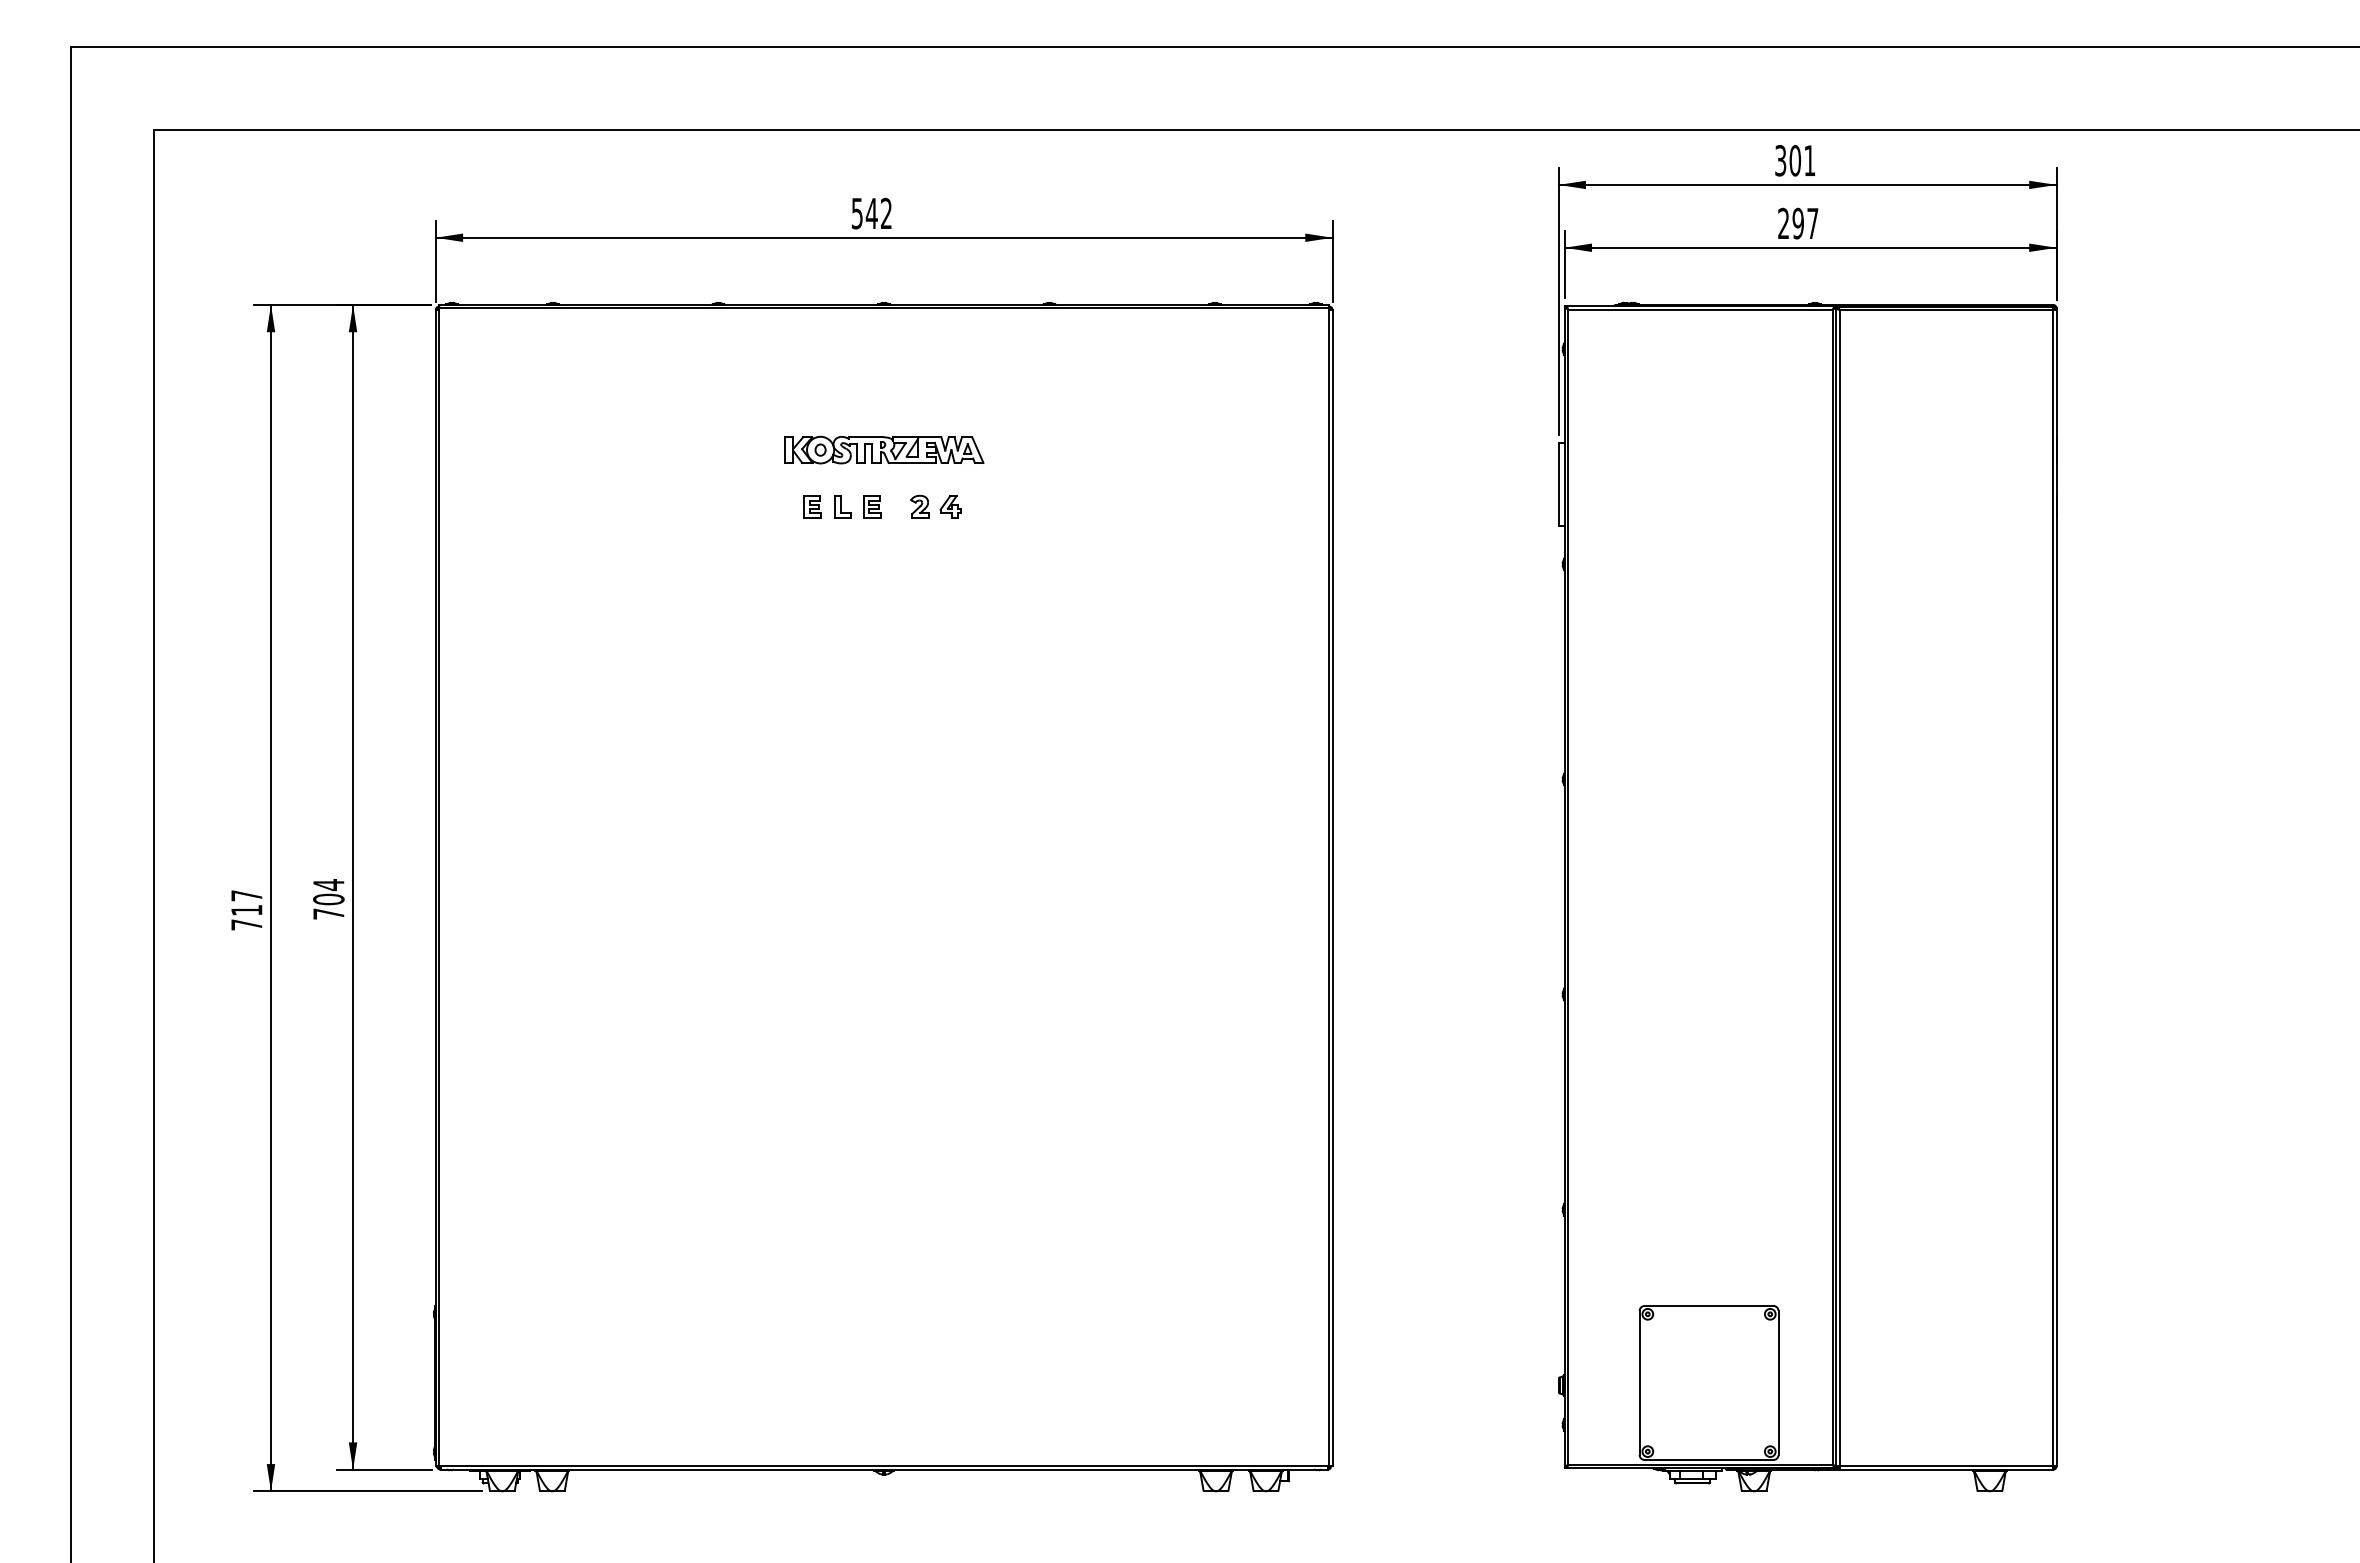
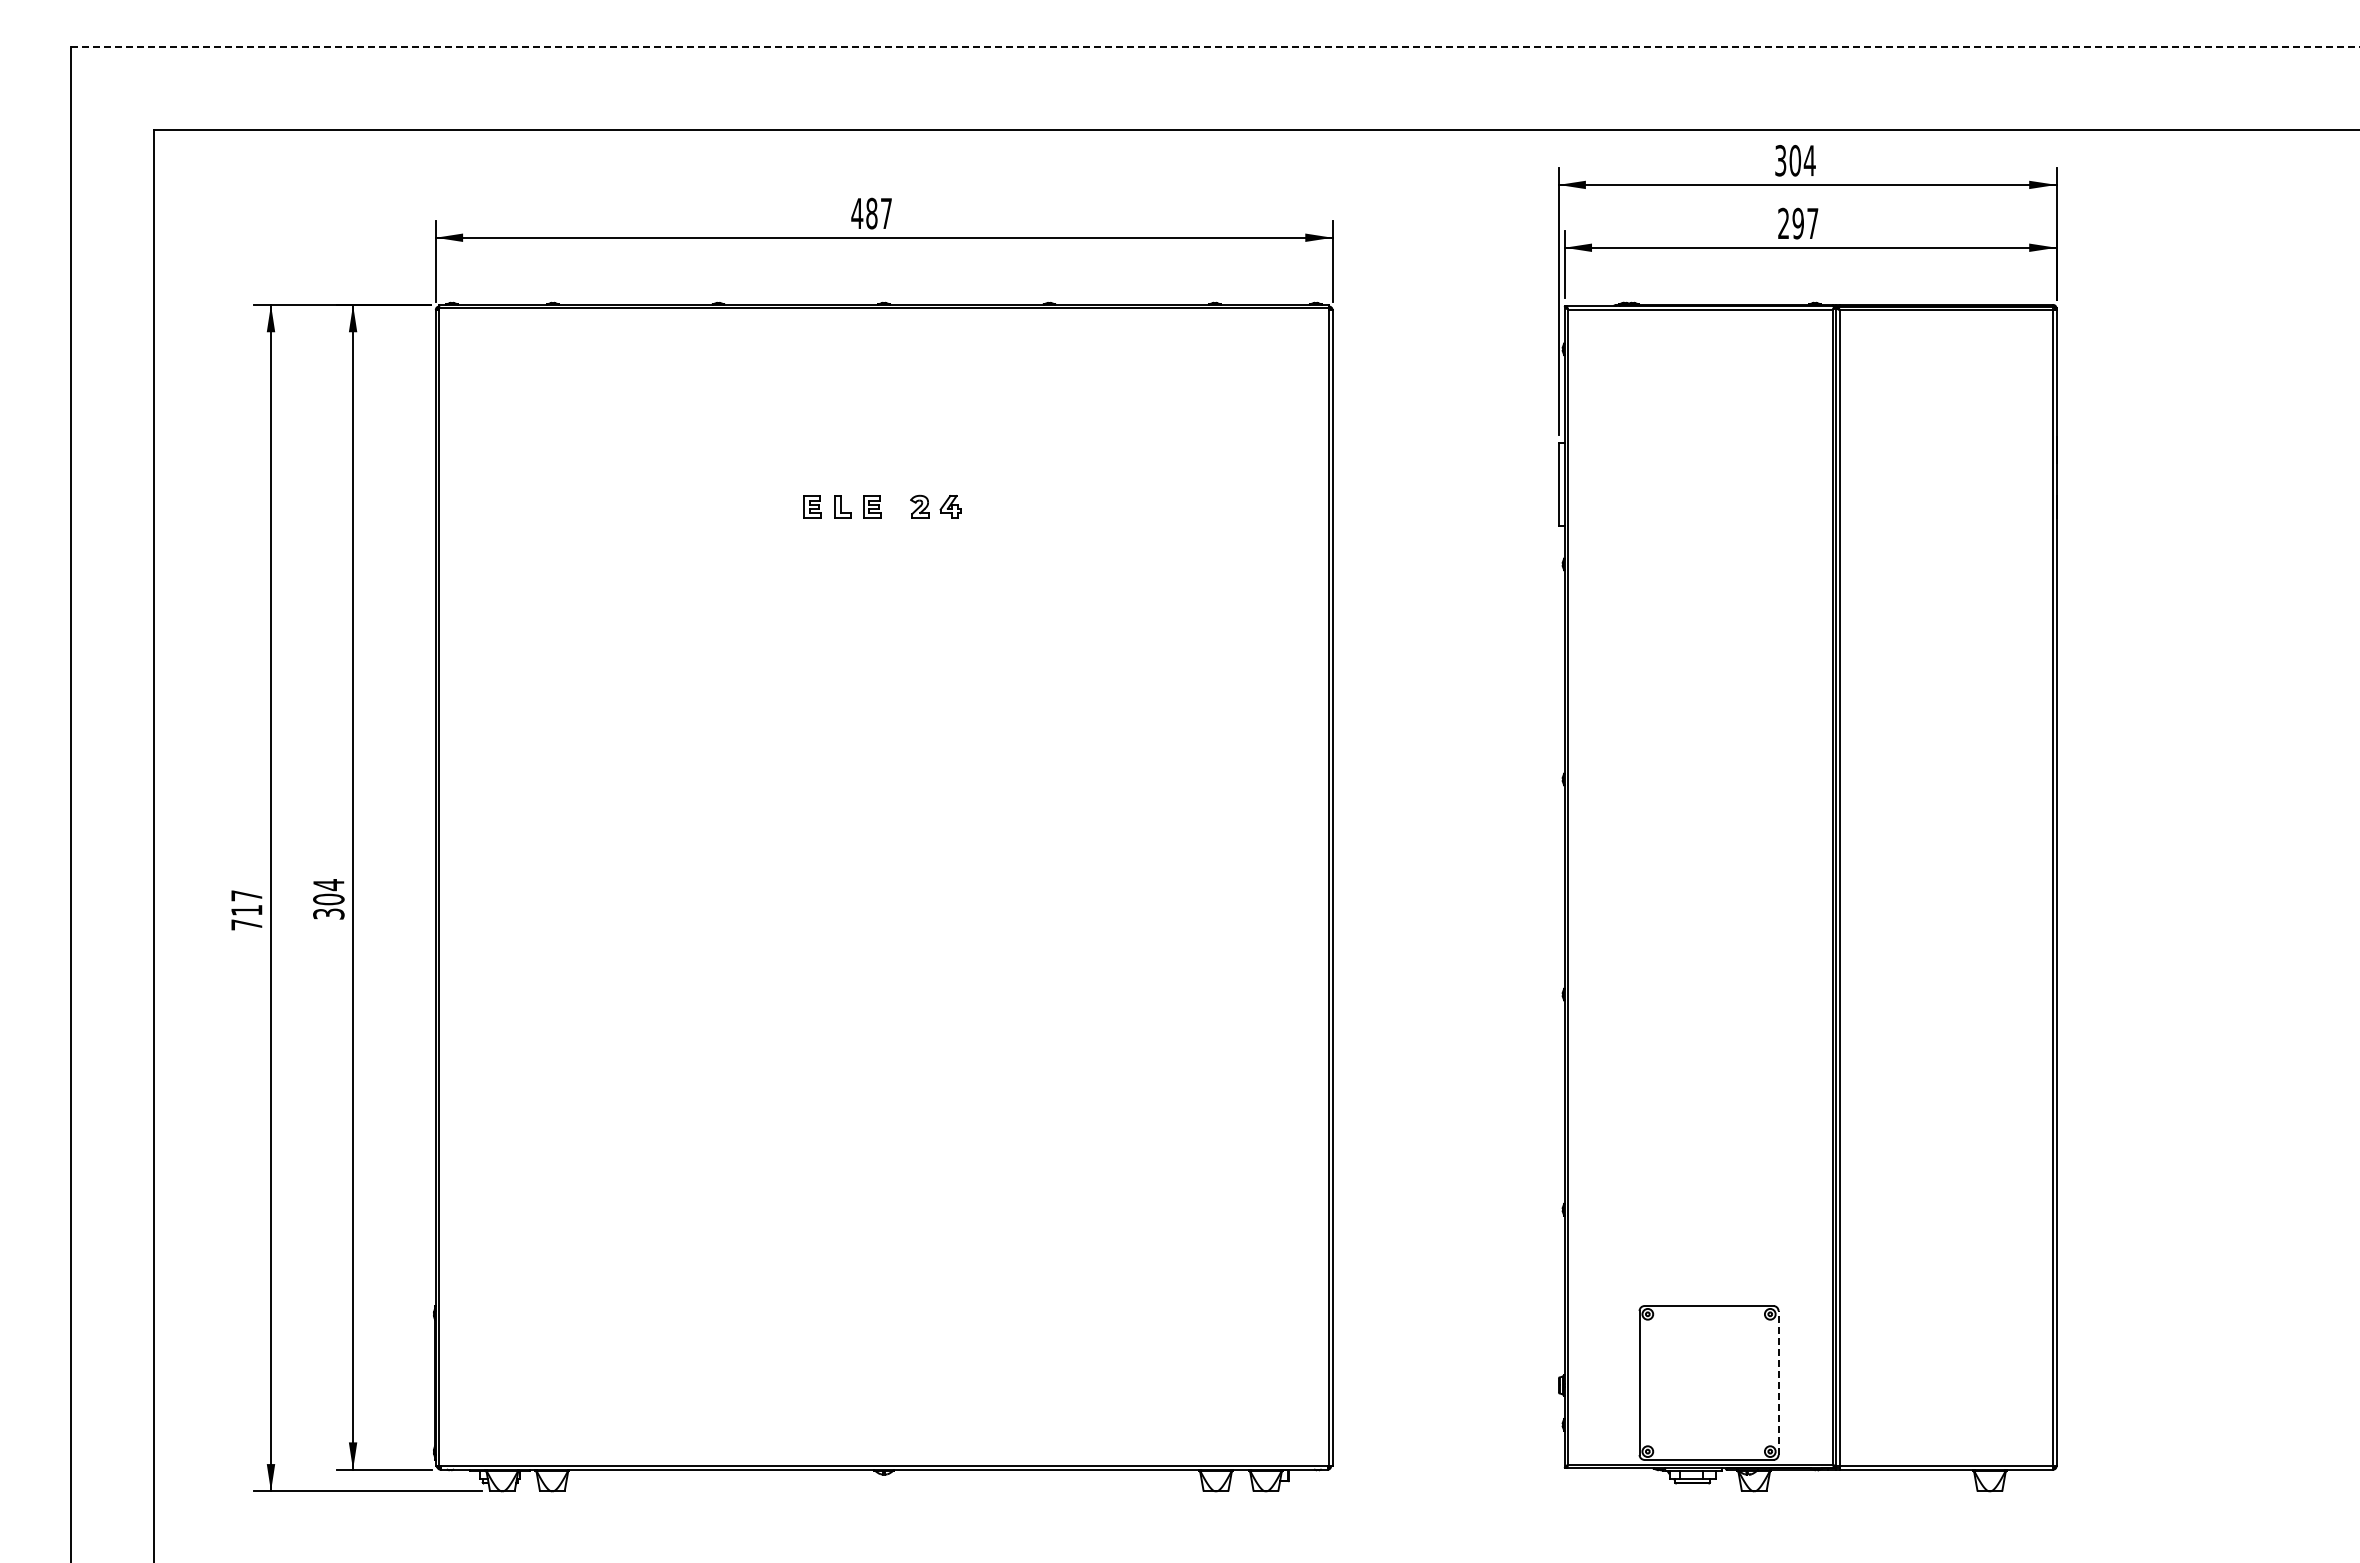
line at (1215, 47): solid -> dashed
text at (1809, 160): 301 -> 304
text at (871, 213): 542 -> 487
part at (884, 449): present -> none
text at (328, 913): 704 -> 304
line at (1778, 1382): solid -> dashed
